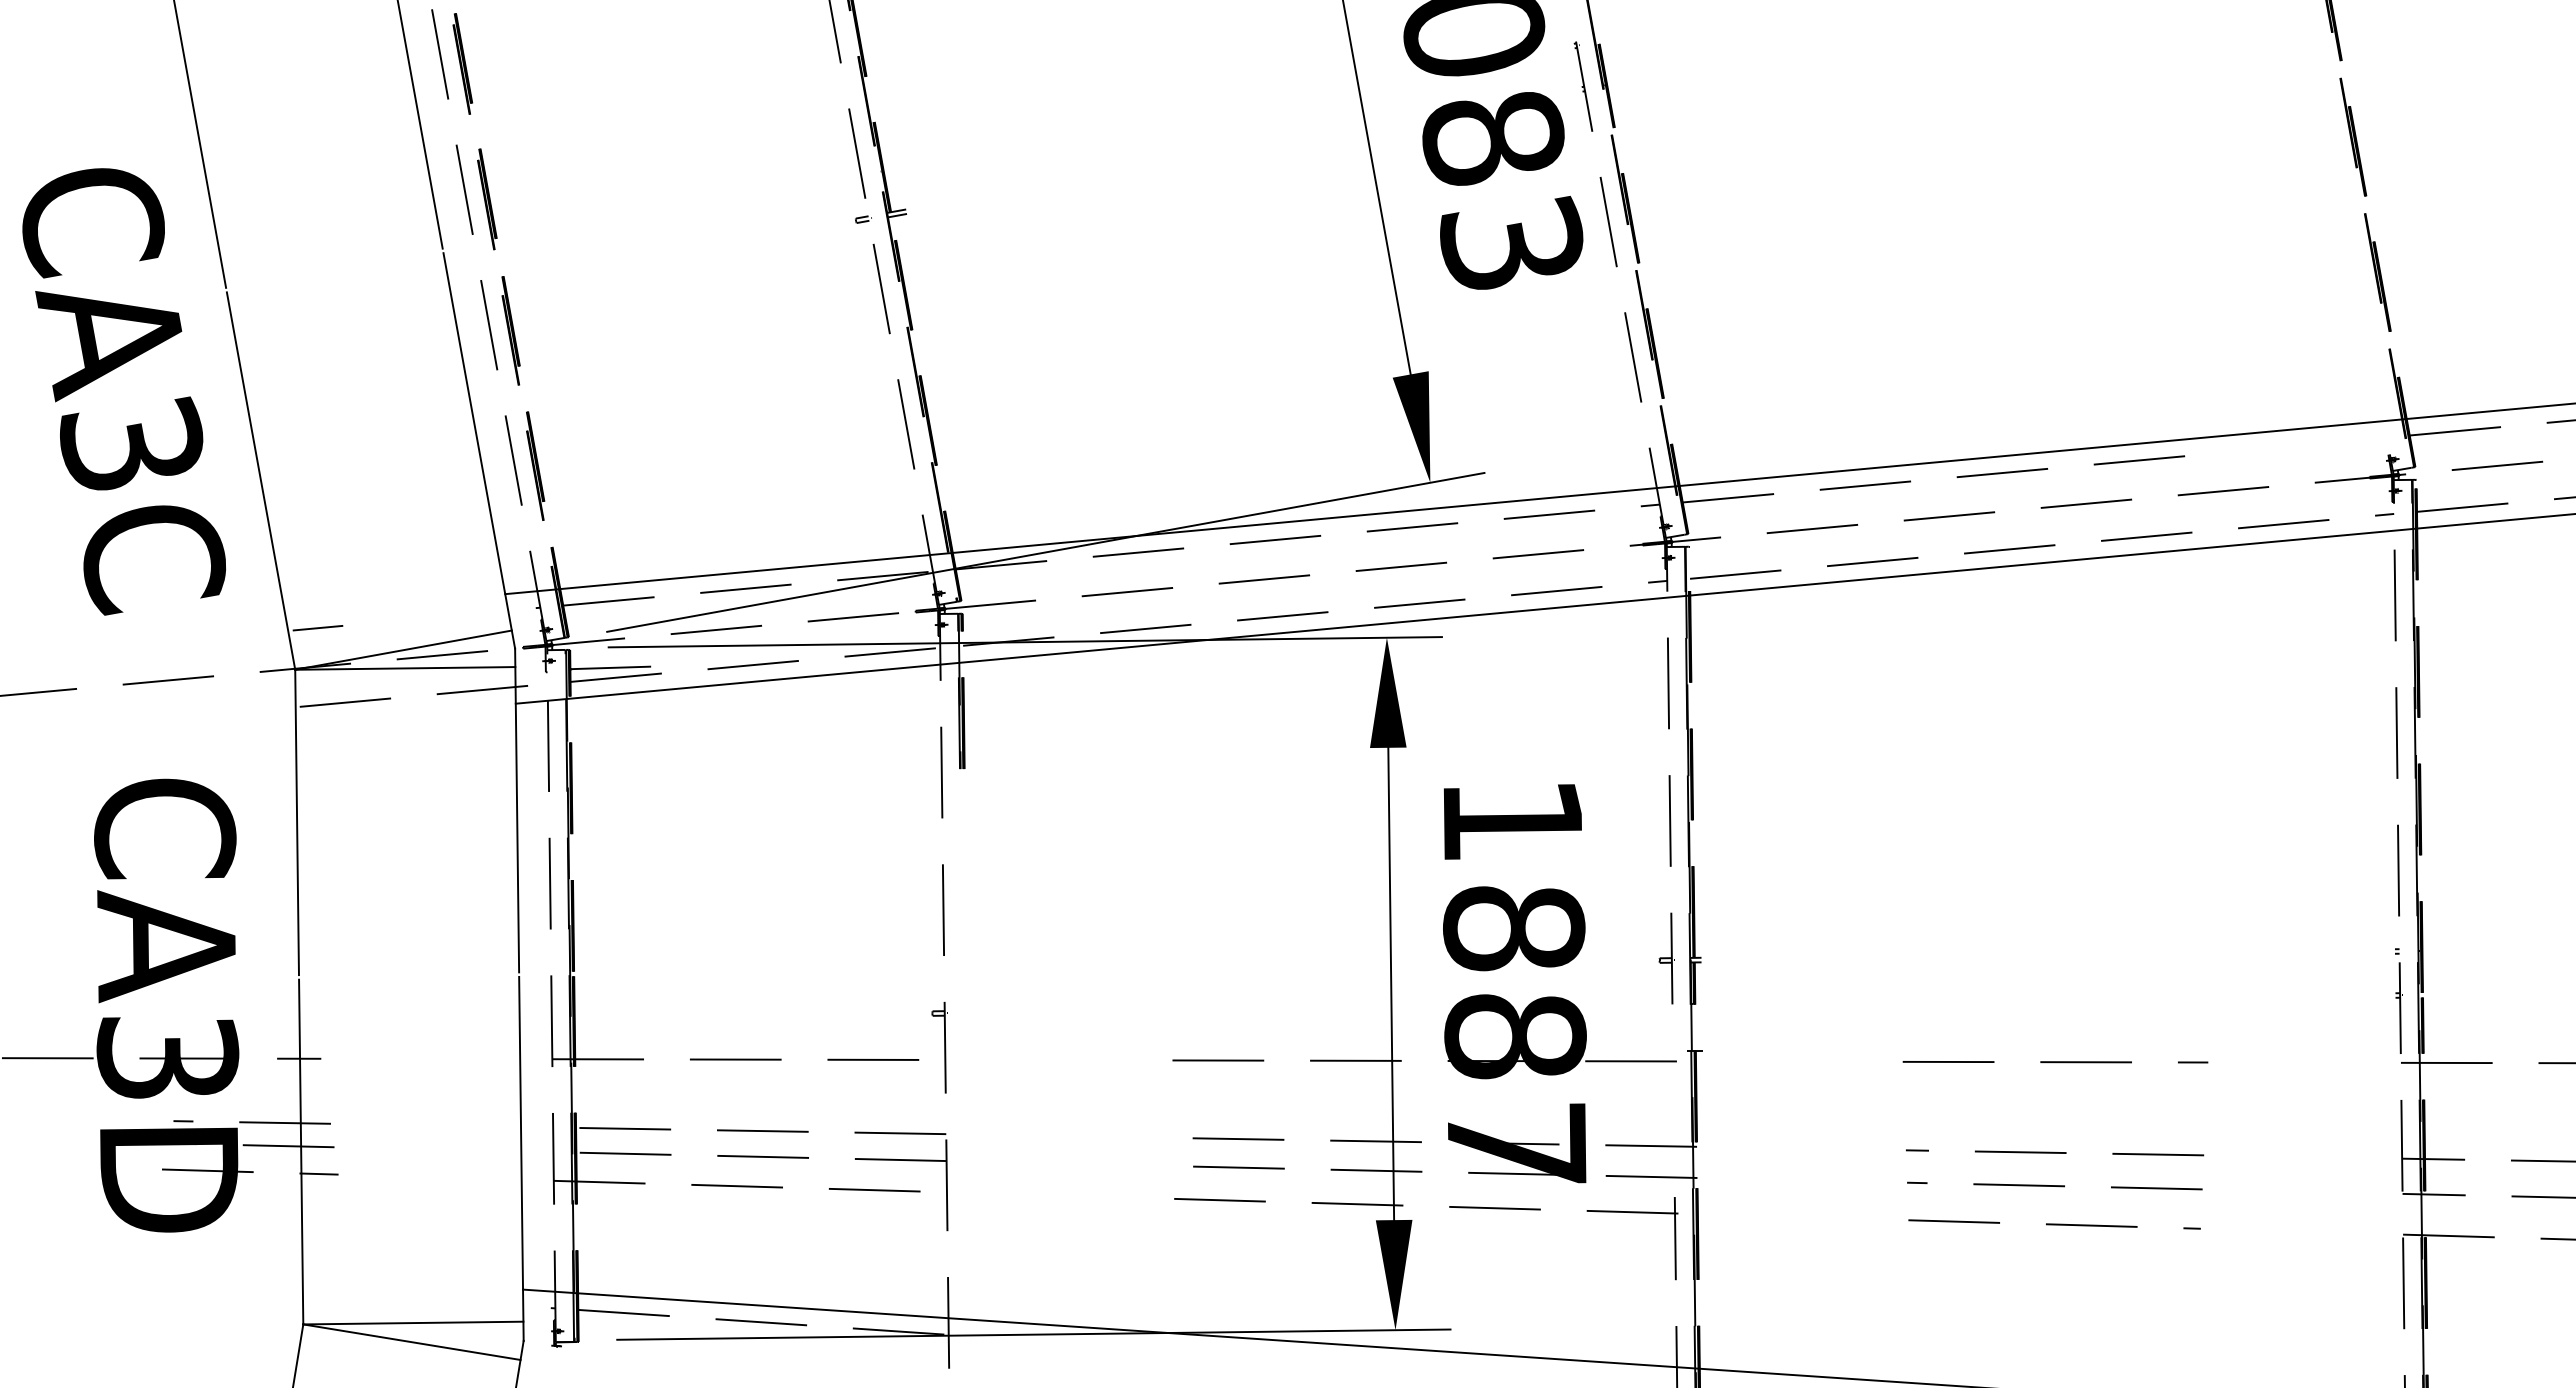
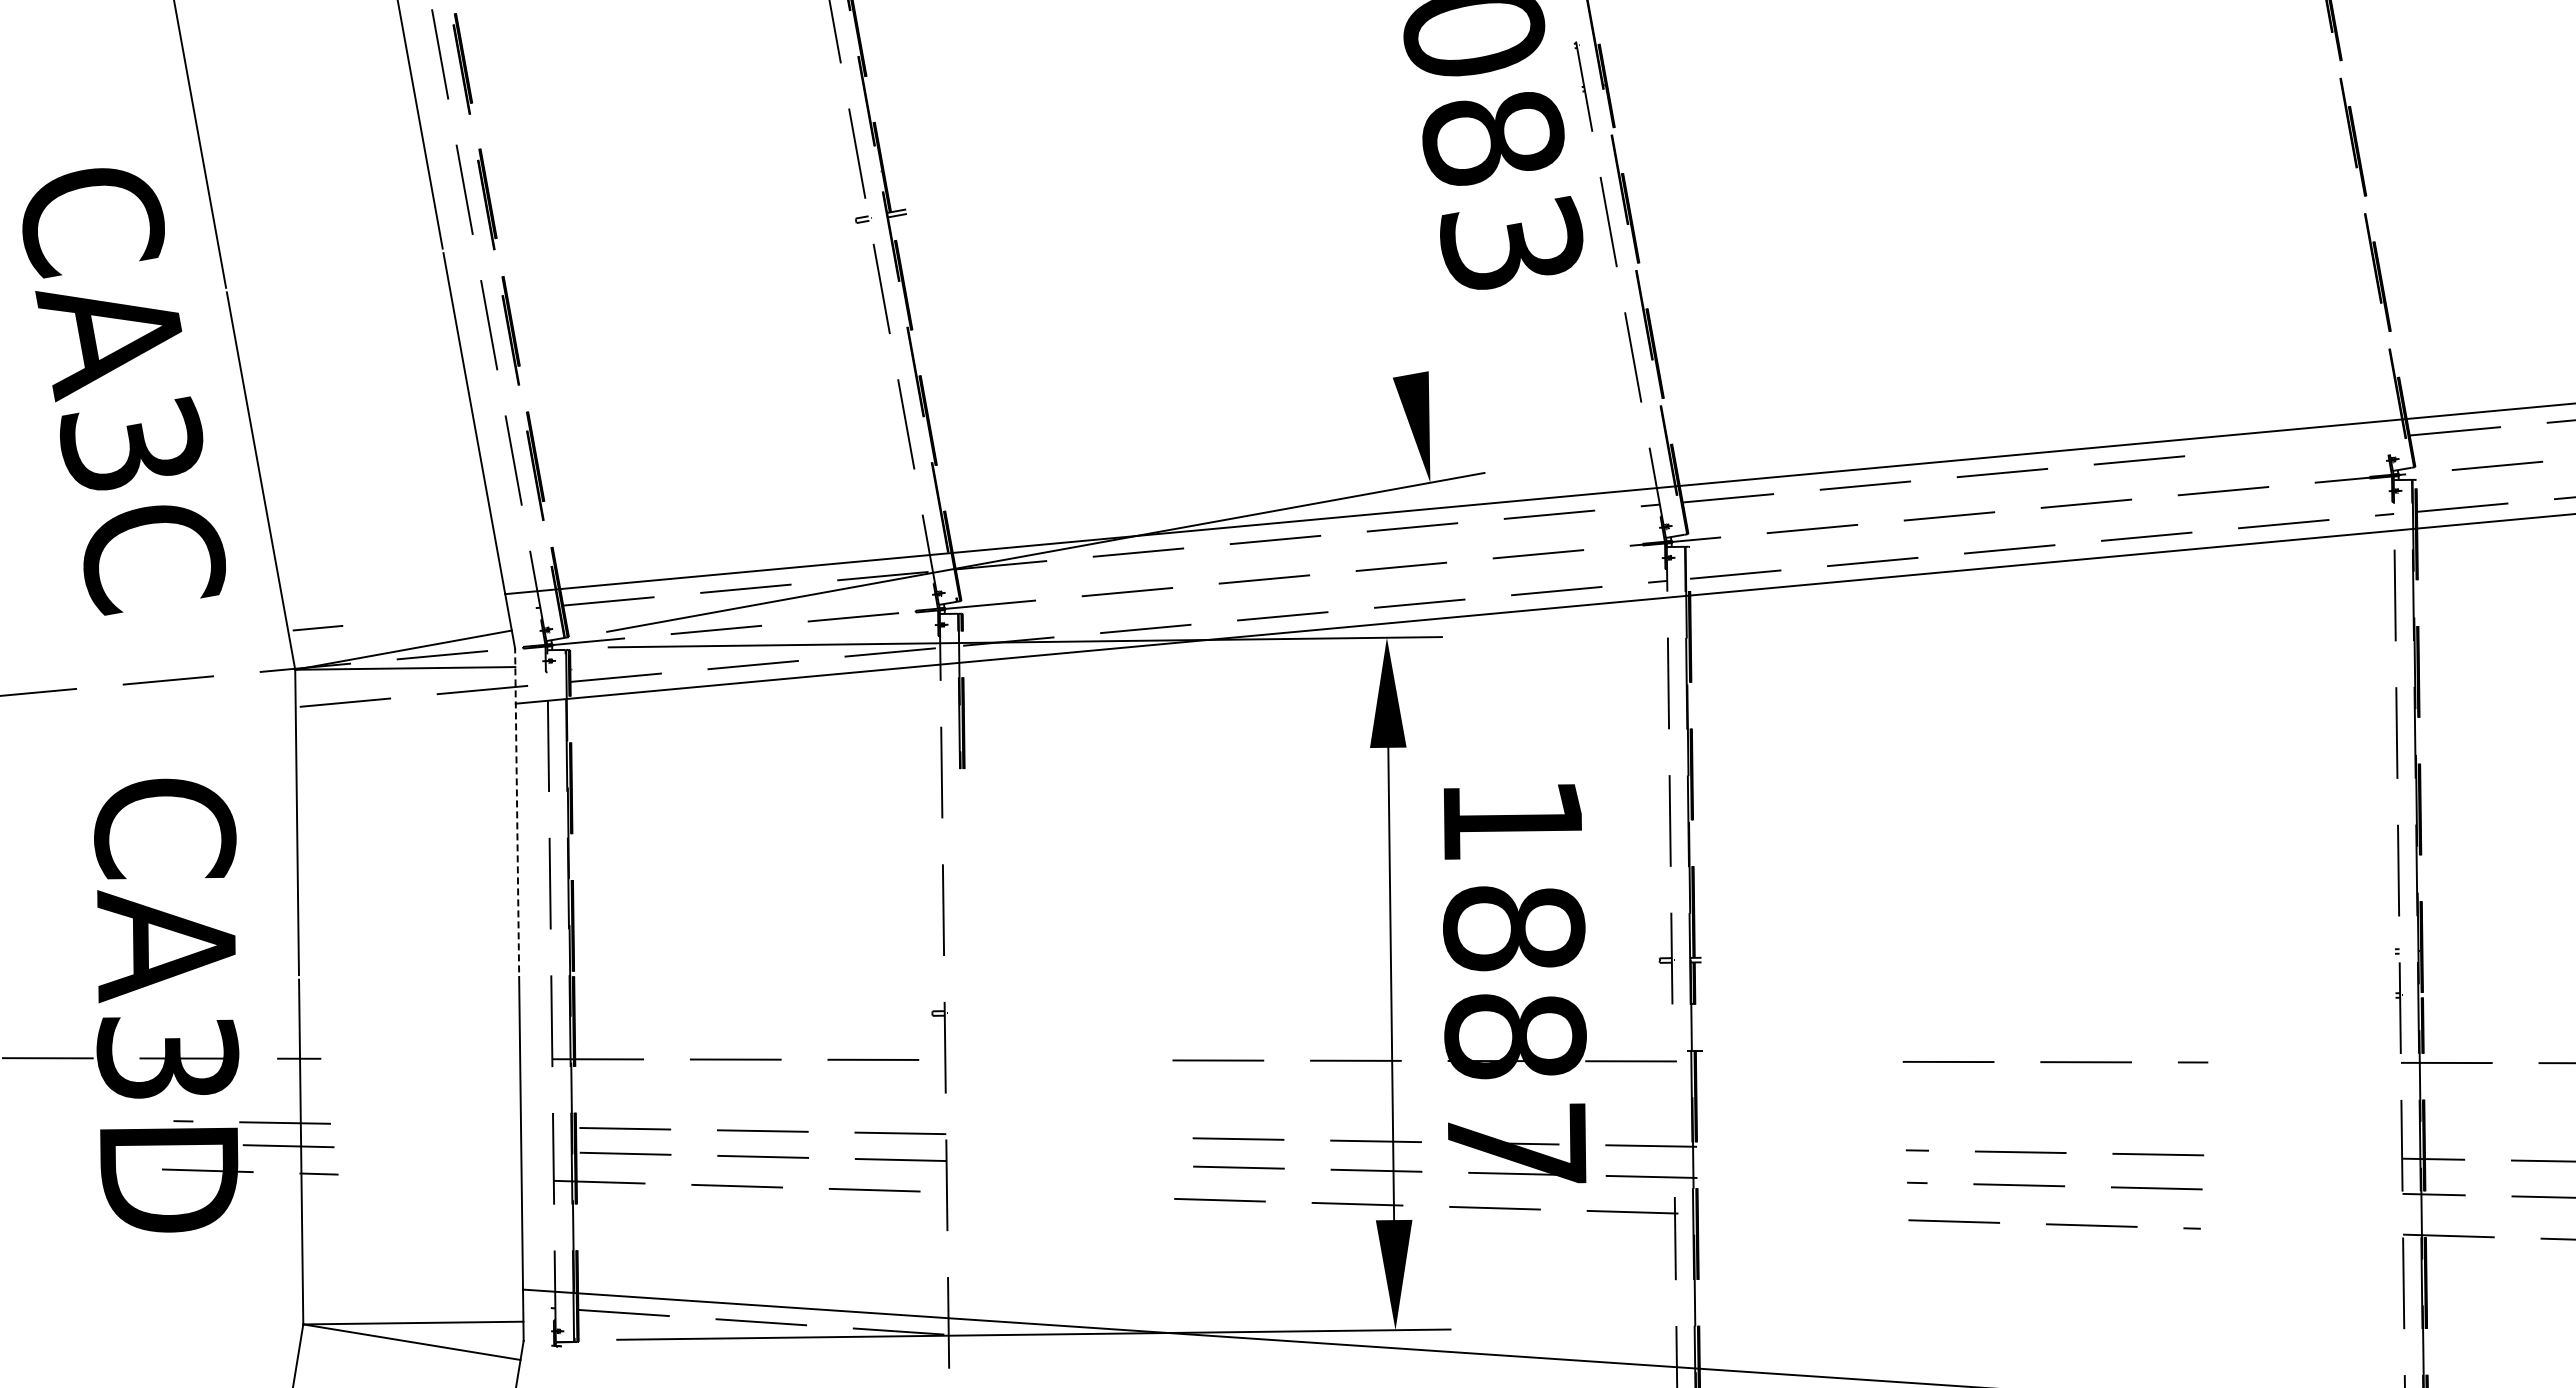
line at (1376, 188): present -> none
line at (610, 667): present -> none
line at (517, 810): solid -> dashed
